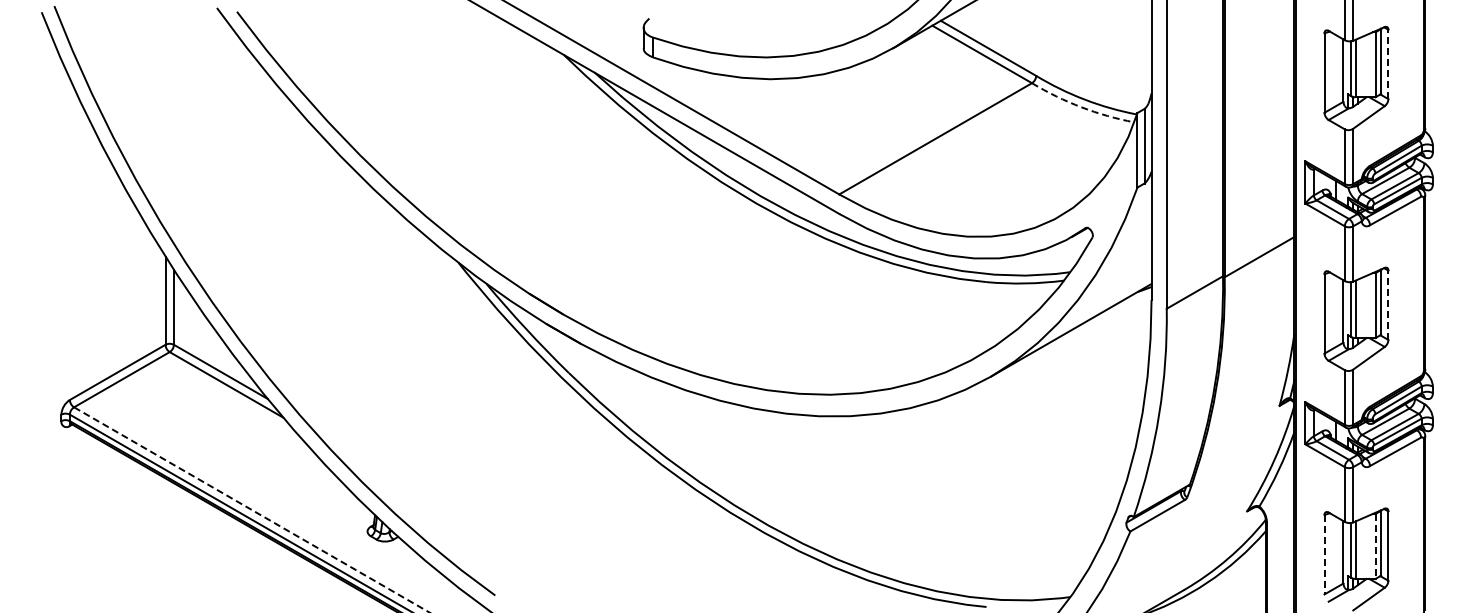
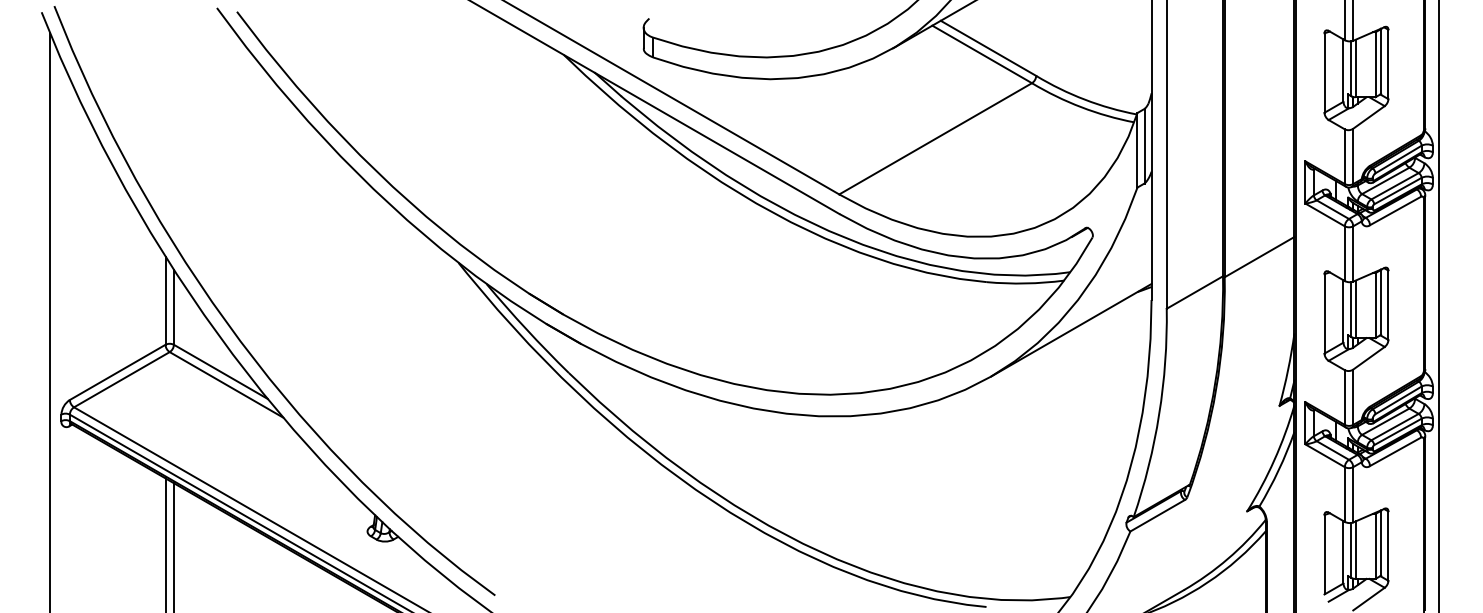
line at (1388, 64): dashed -> solid
arc at (1081, 107): dashed -> solid
line at (1388, 305): dashed -> solid
line at (1438, 305): none -> present
line at (50, 321): none -> present
line at (252, 510): dashed -> solid
line at (165, 543): none -> present
line at (173, 546): none -> present
line at (1375, 546): dashed -> solid
line at (1324, 554): dashed -> solid
